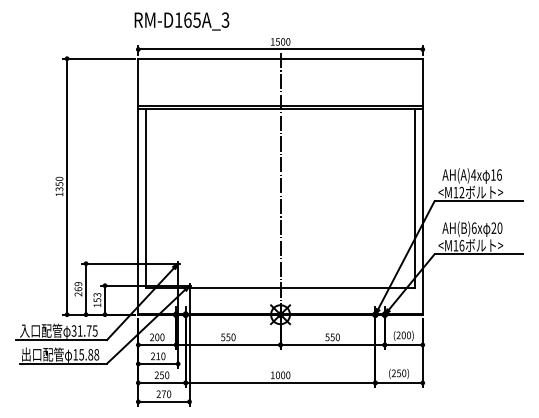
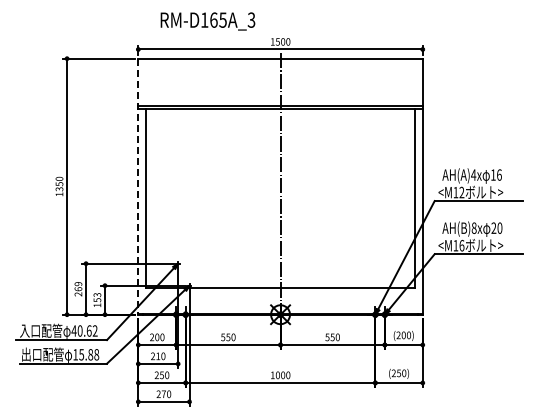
text at (181, 21) position: (181, 21) -> (207, 21)
line at (138, 187): solid -> dashed
text at (473, 227): AH(B)6x -> AH(B)8x
text at (84, 330): 31.75 -> 40.62
